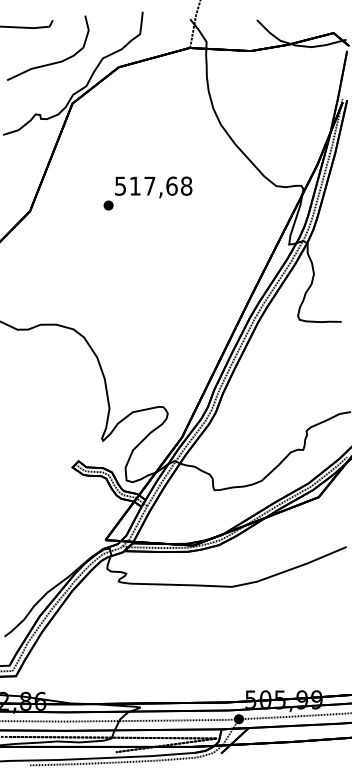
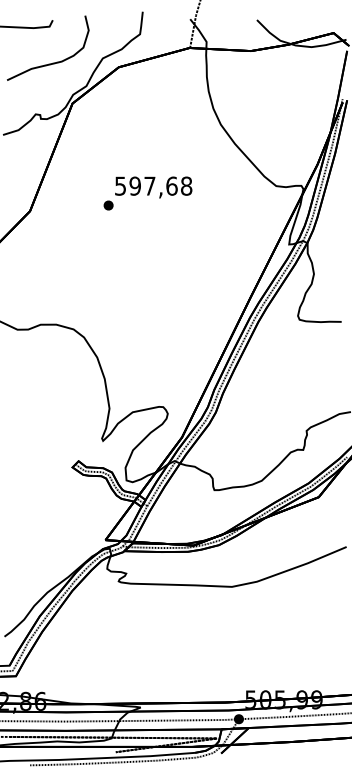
text at (134, 185): 517,68 -> 597,68
